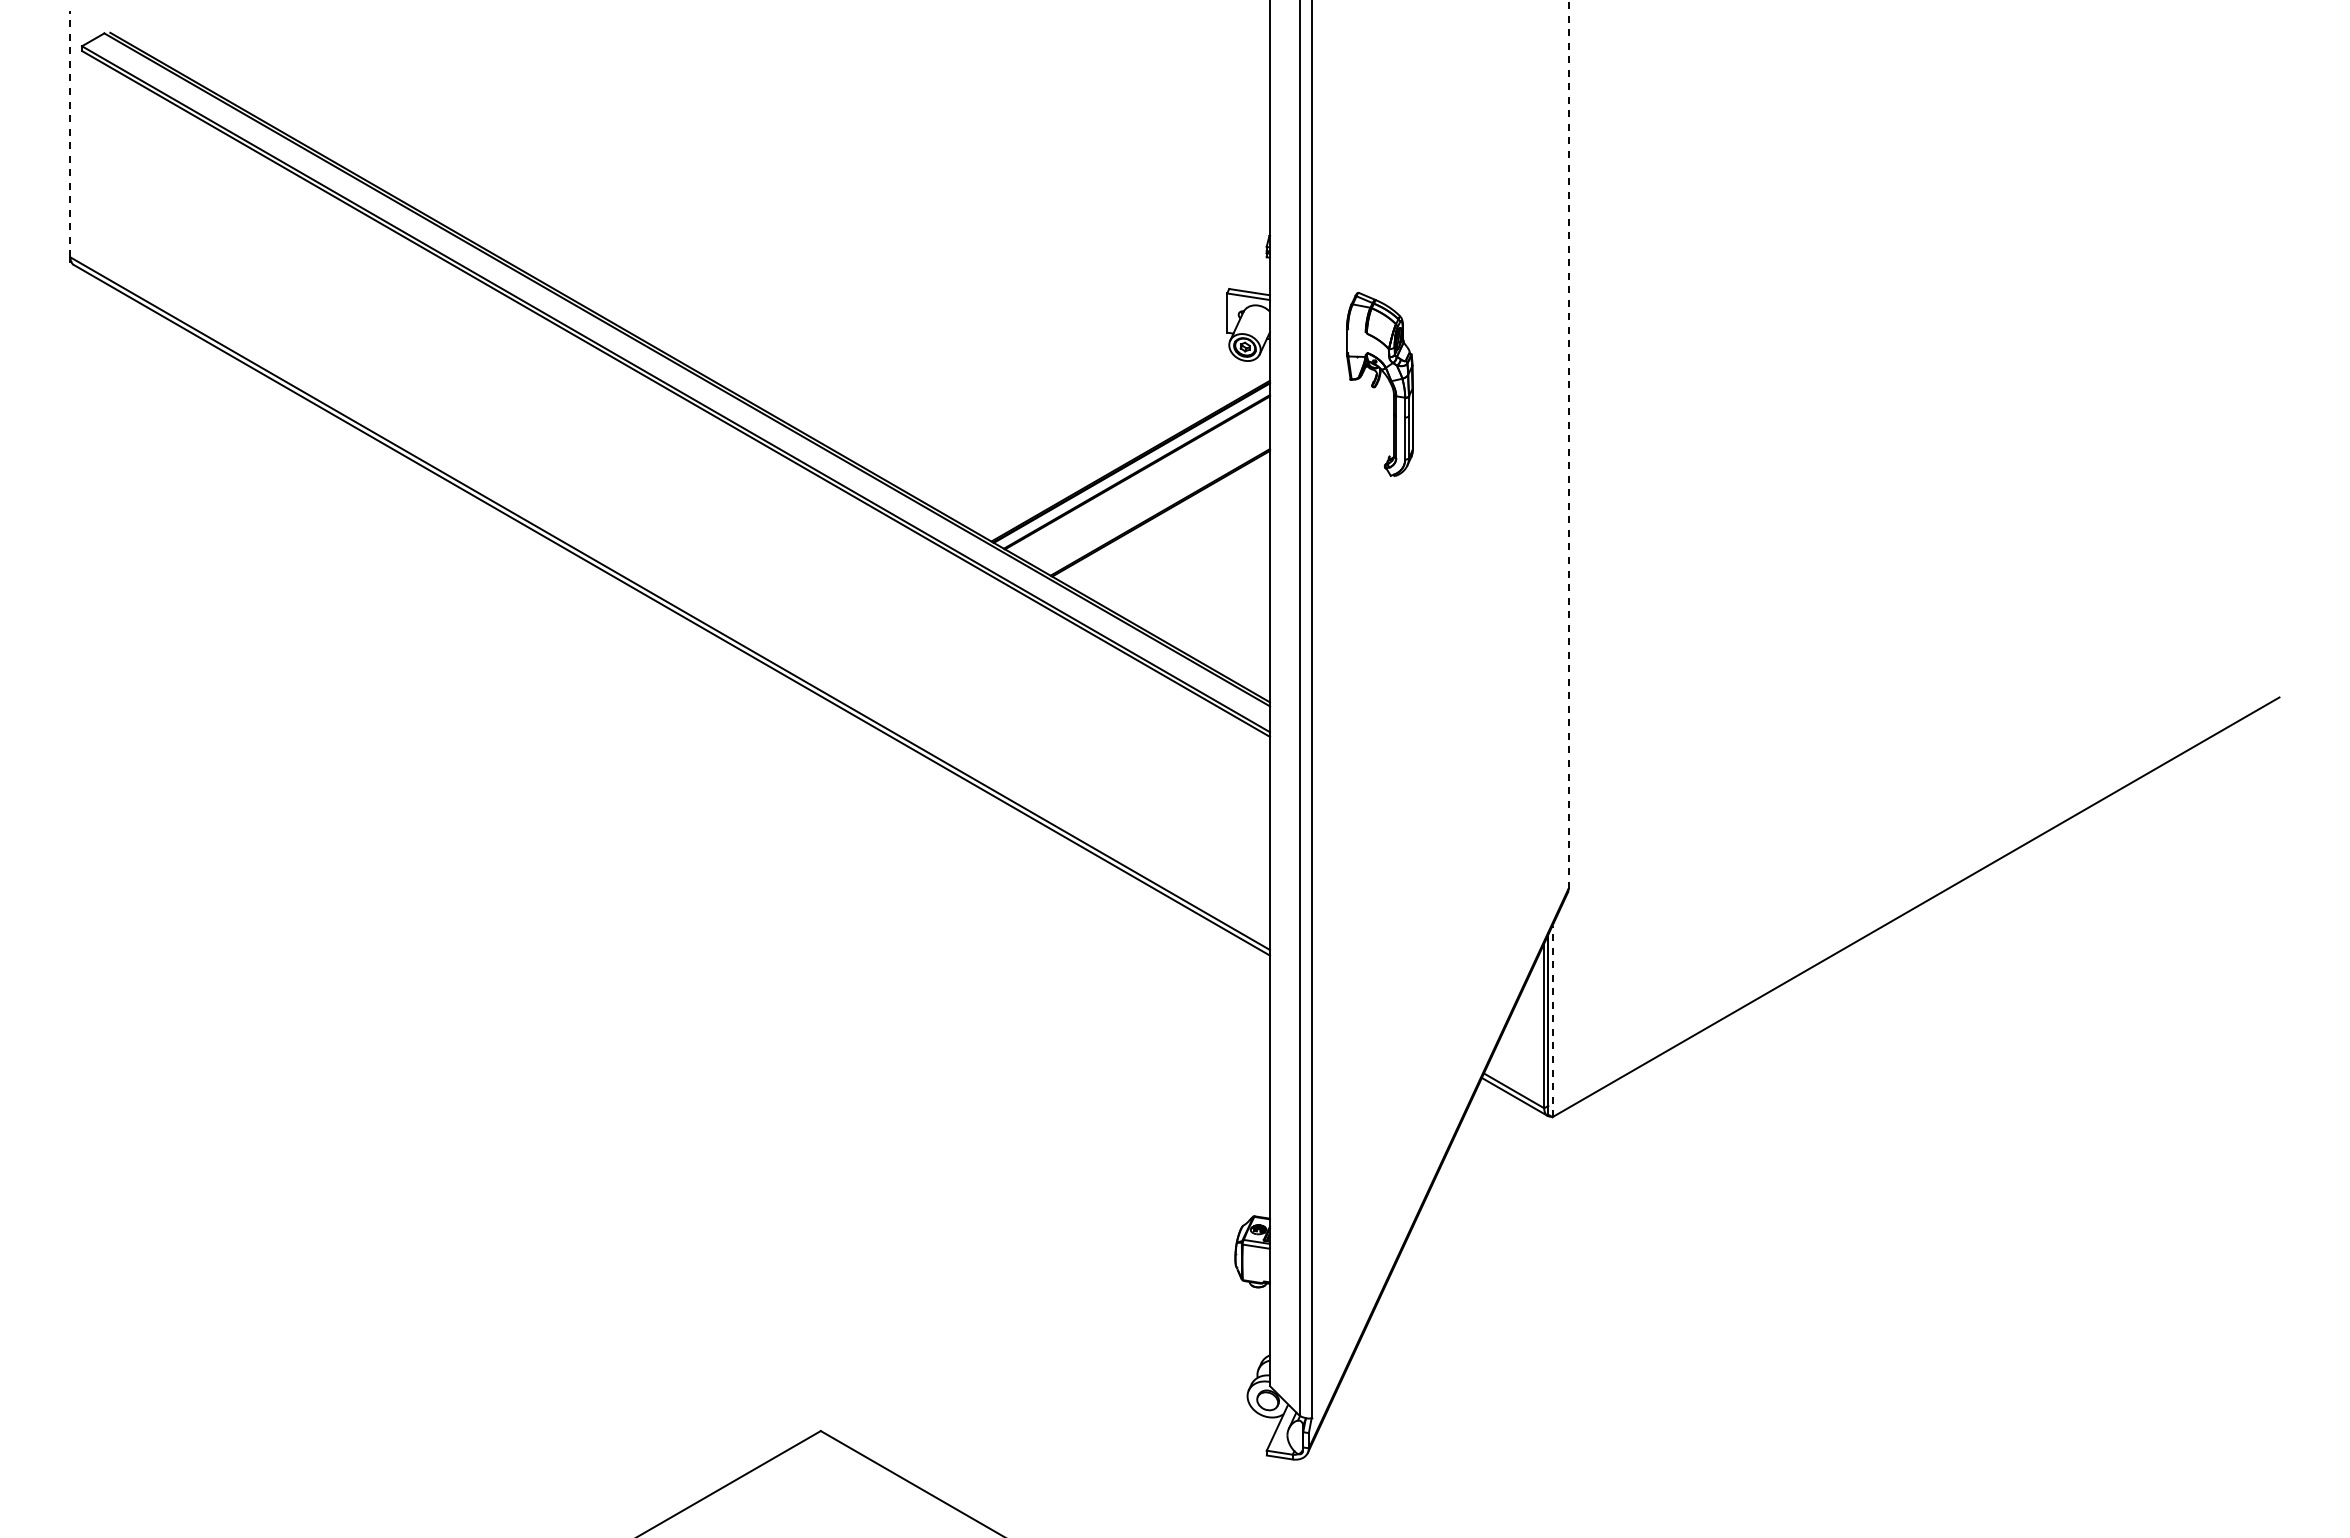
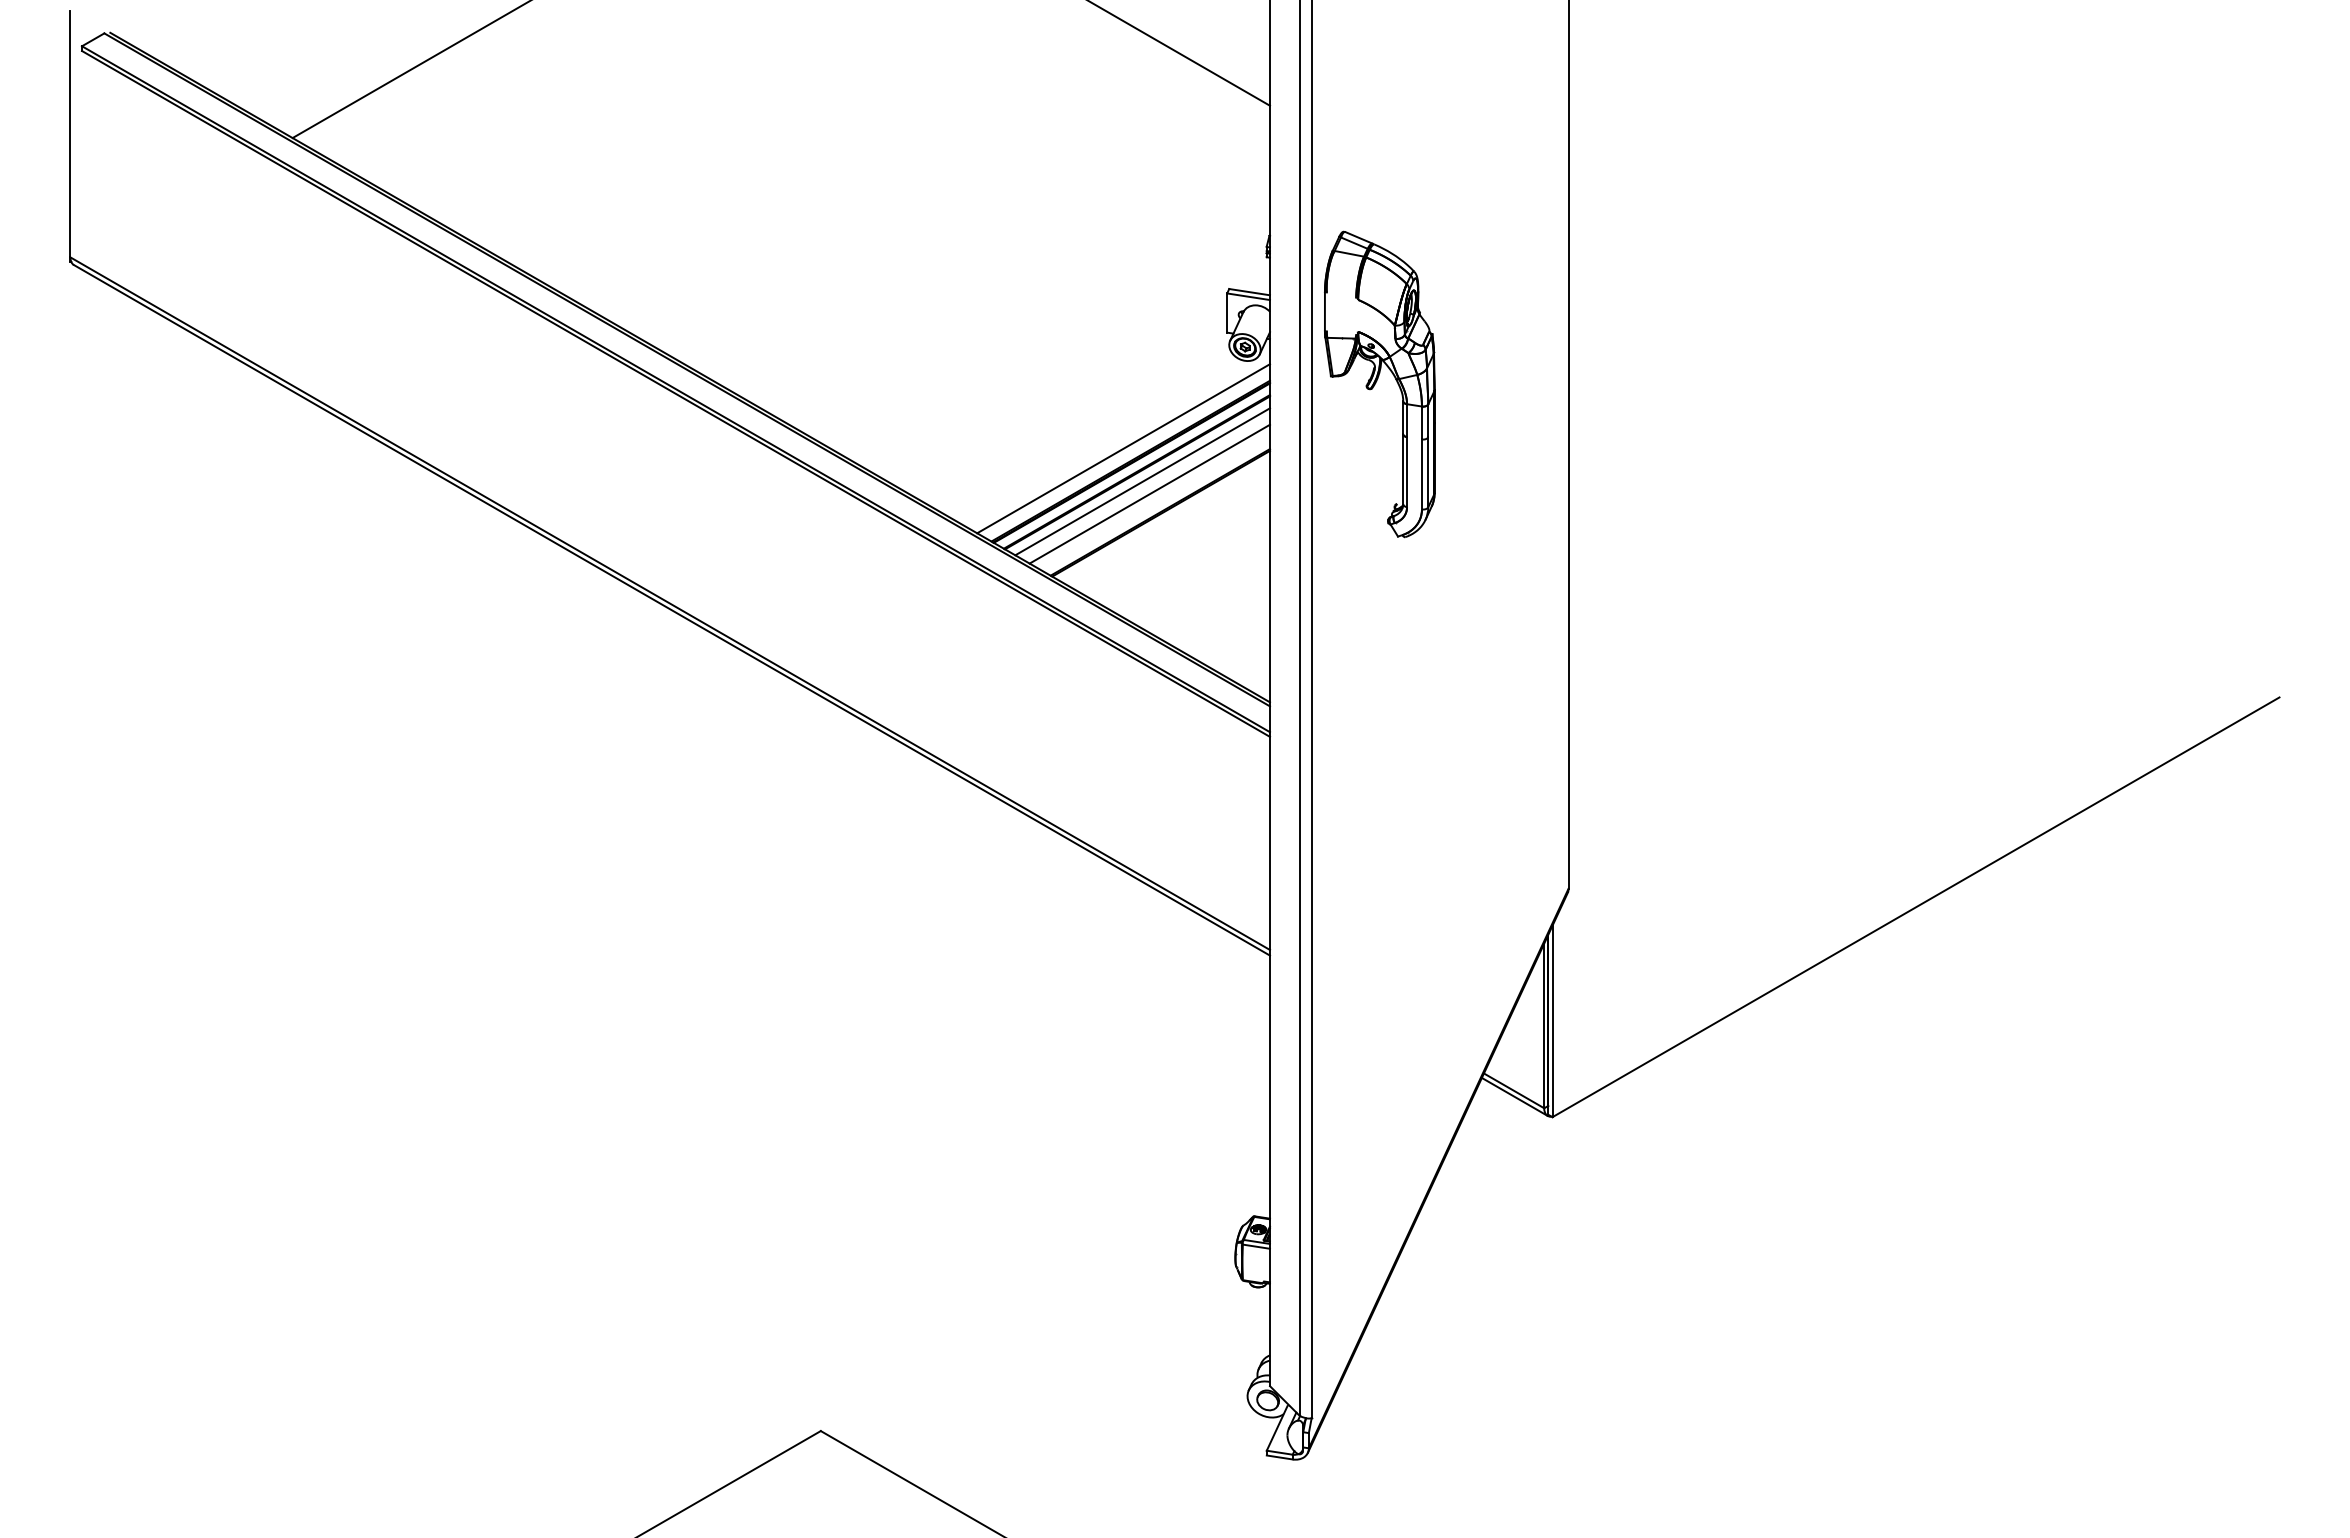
line at (1180, 53): none -> present
line at (409, 70): none -> present
line at (70, 133): dashed -> solid
part at (1379, 383) size: 68x186 px -> 112x309 px
line at (1568, 443): dashed -> solid
line at (1123, 448): none -> present
line at (1142, 481): none -> present
line at (1149, 493): none -> present
line at (1552, 1021): dashed -> solid
